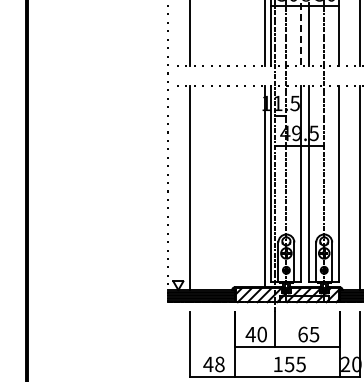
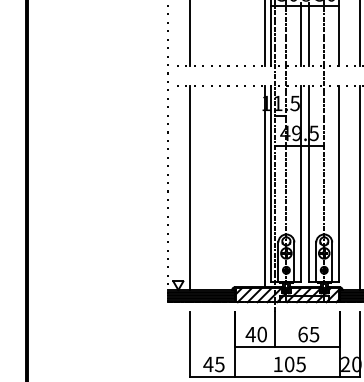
line at (301, 35): dashed -> solid
text at (219, 364): 48 -> 45
text at (289, 364): 155 -> 105
